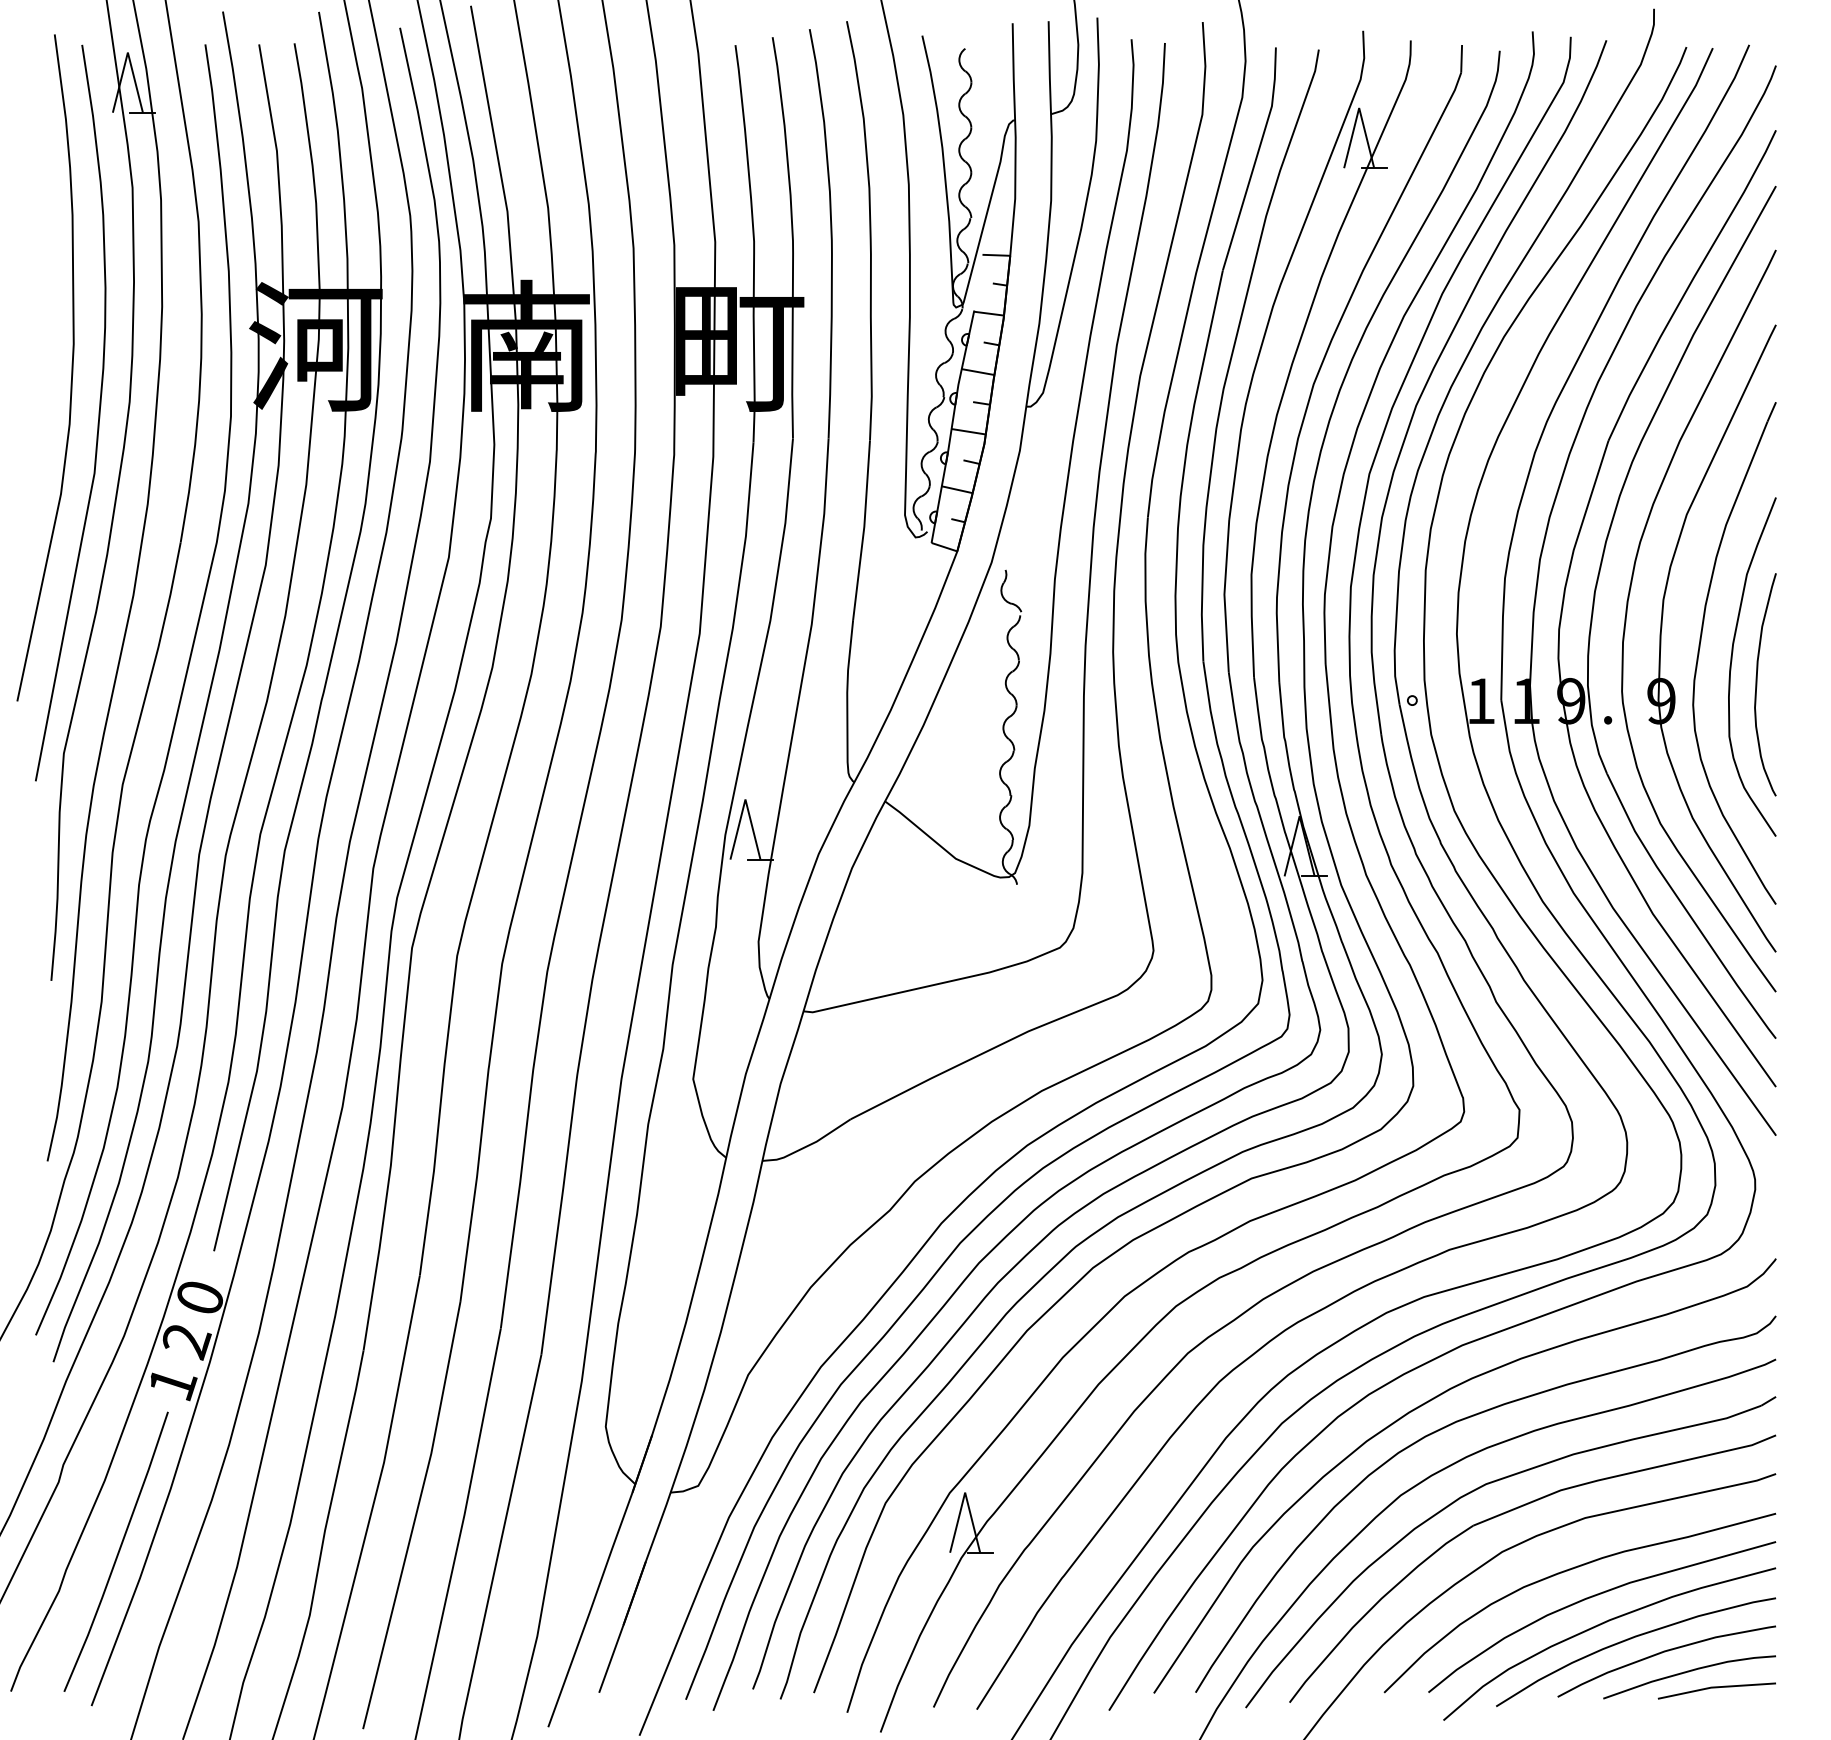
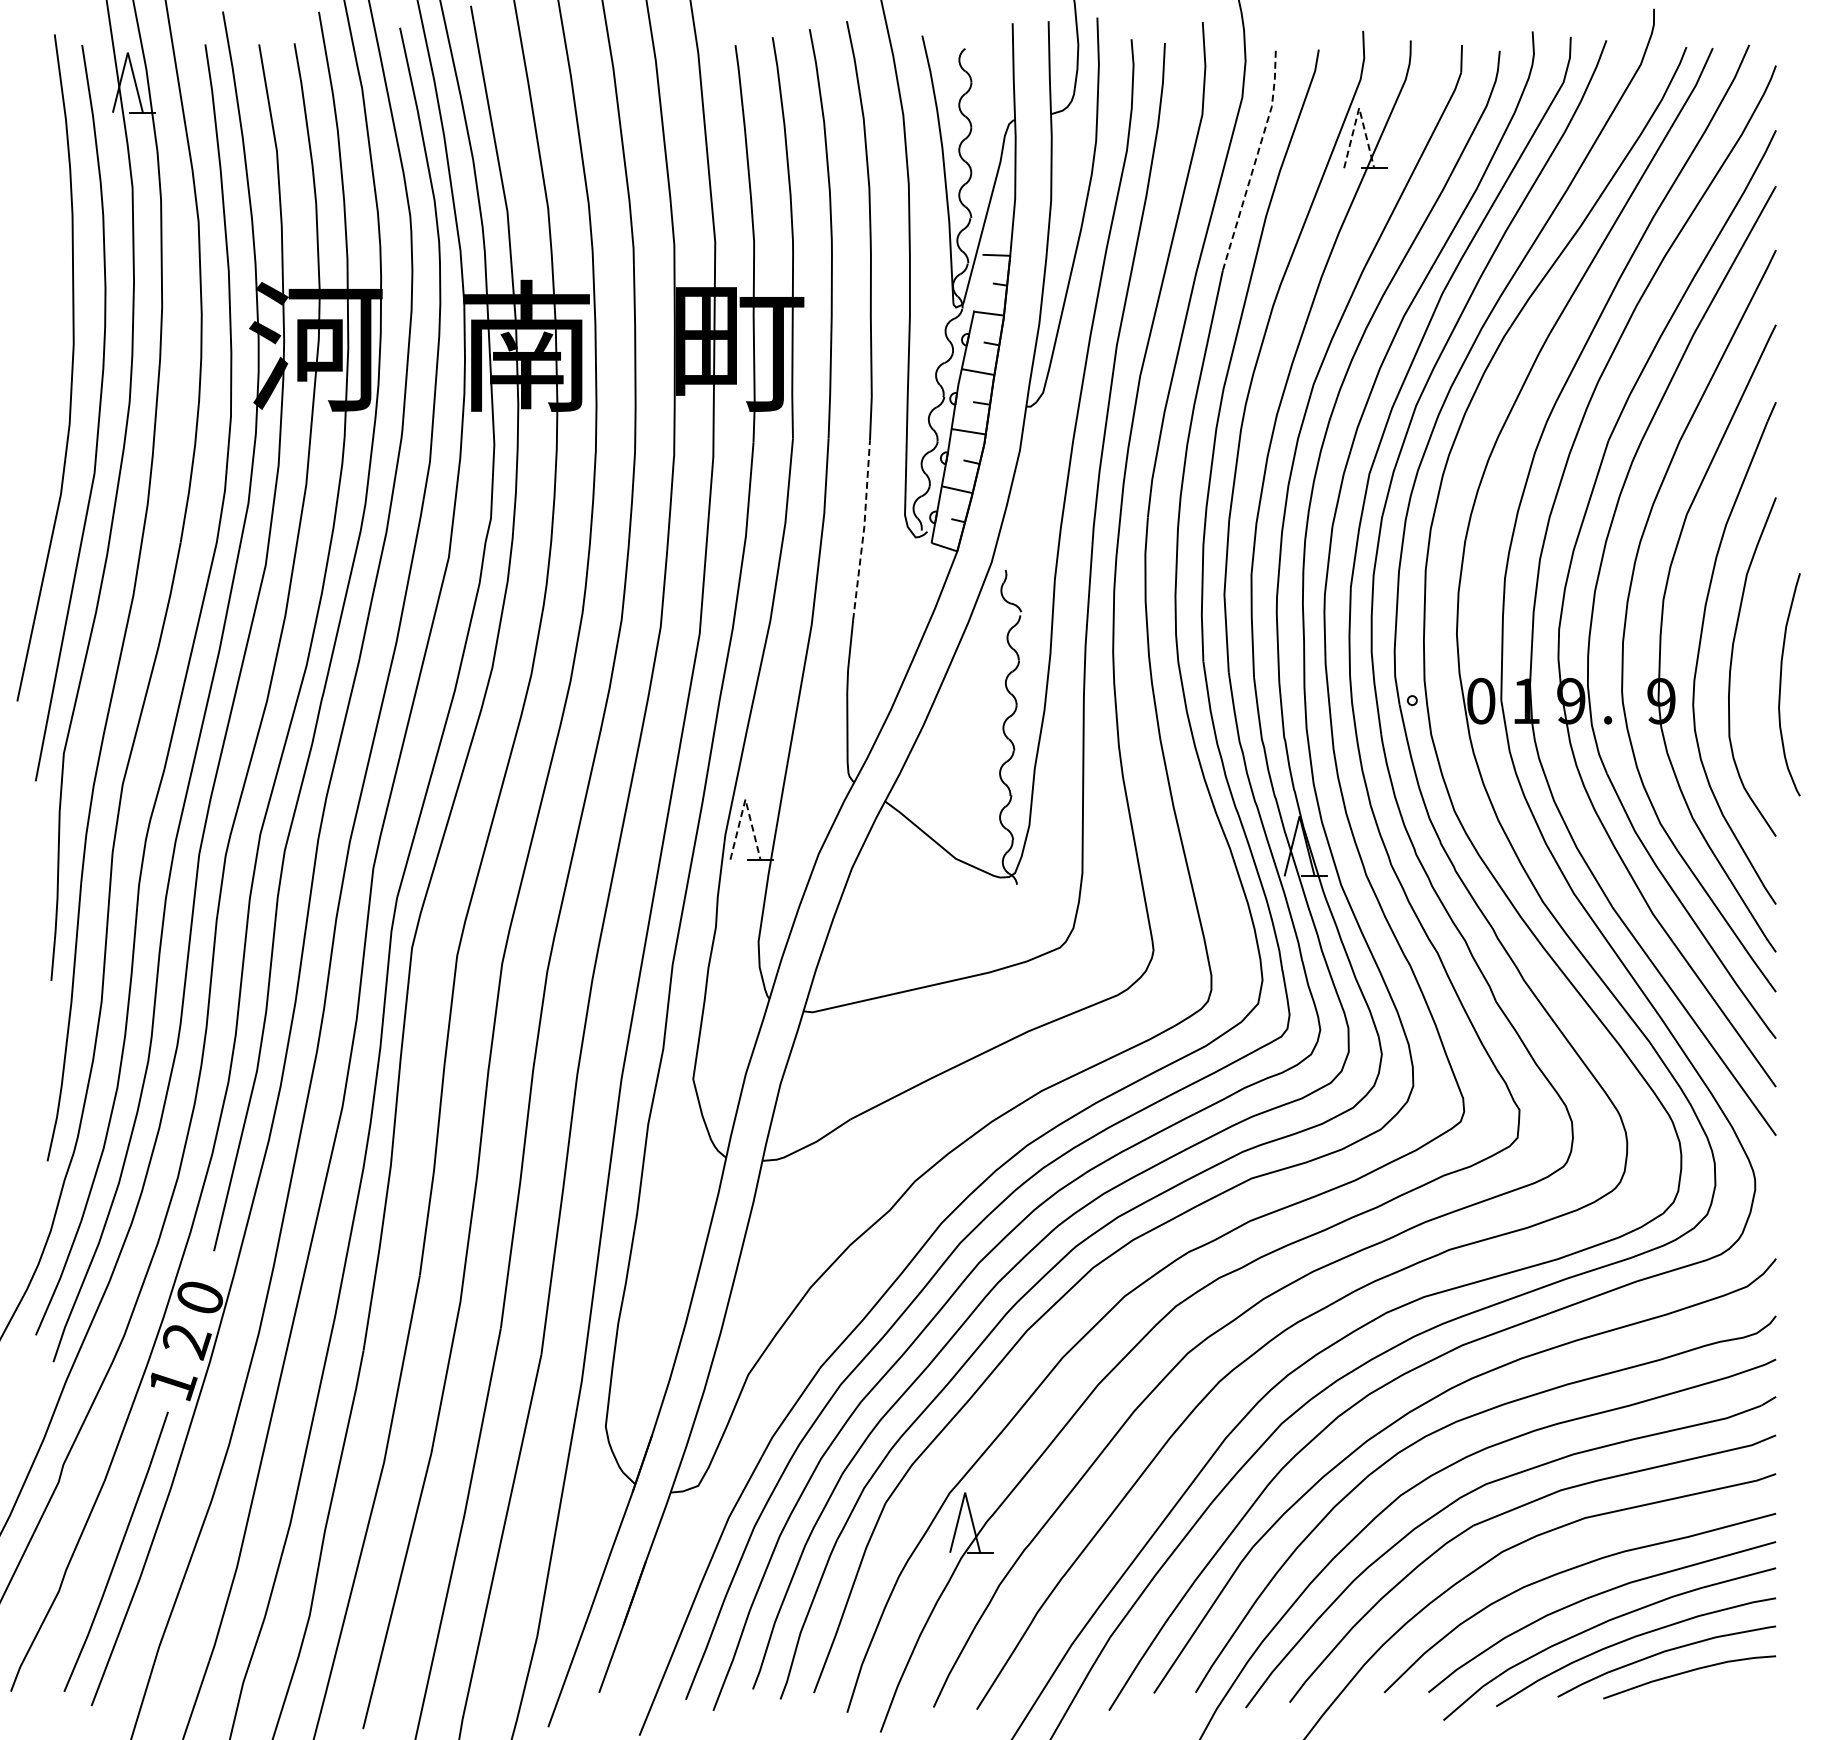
line at (1359, 108): solid -> dashed
line at (1256, 158): solid -> dashed
line at (863, 529): solid -> dashed
curve at (1757, 684) position: (1757, 684) -> (1781, 684)
text at (1481, 701): 1 -> 0
line at (745, 799): solid -> dashed
line at (1716, 1688): present -> none
